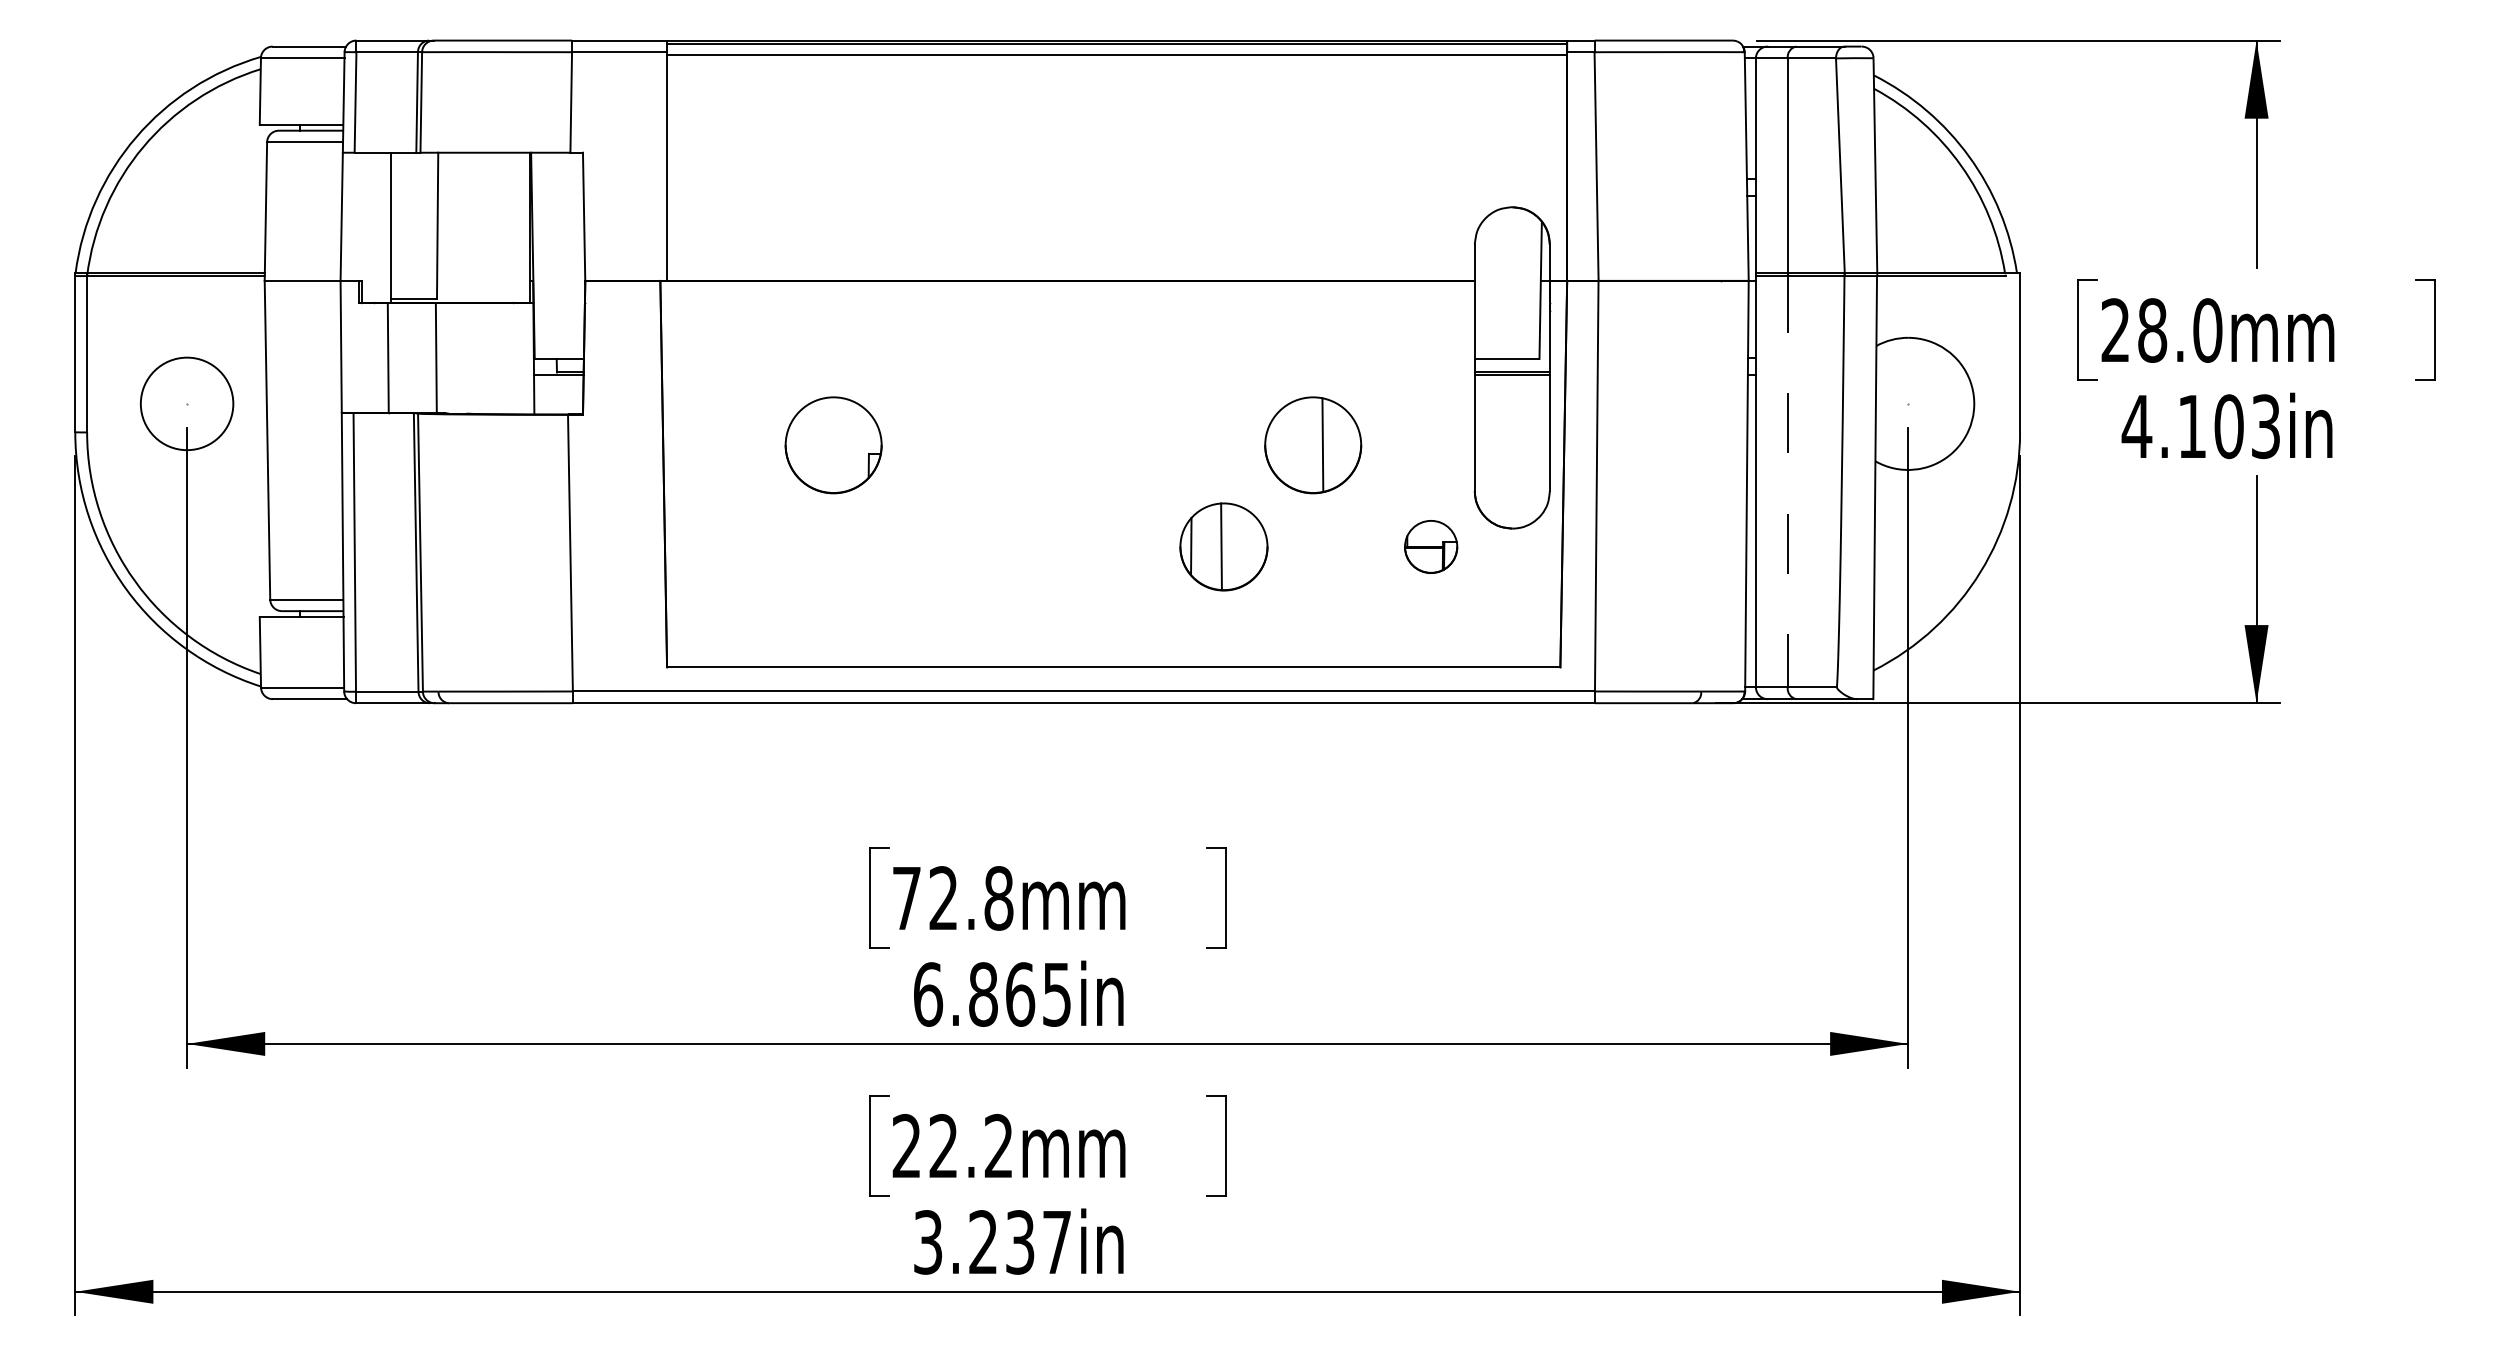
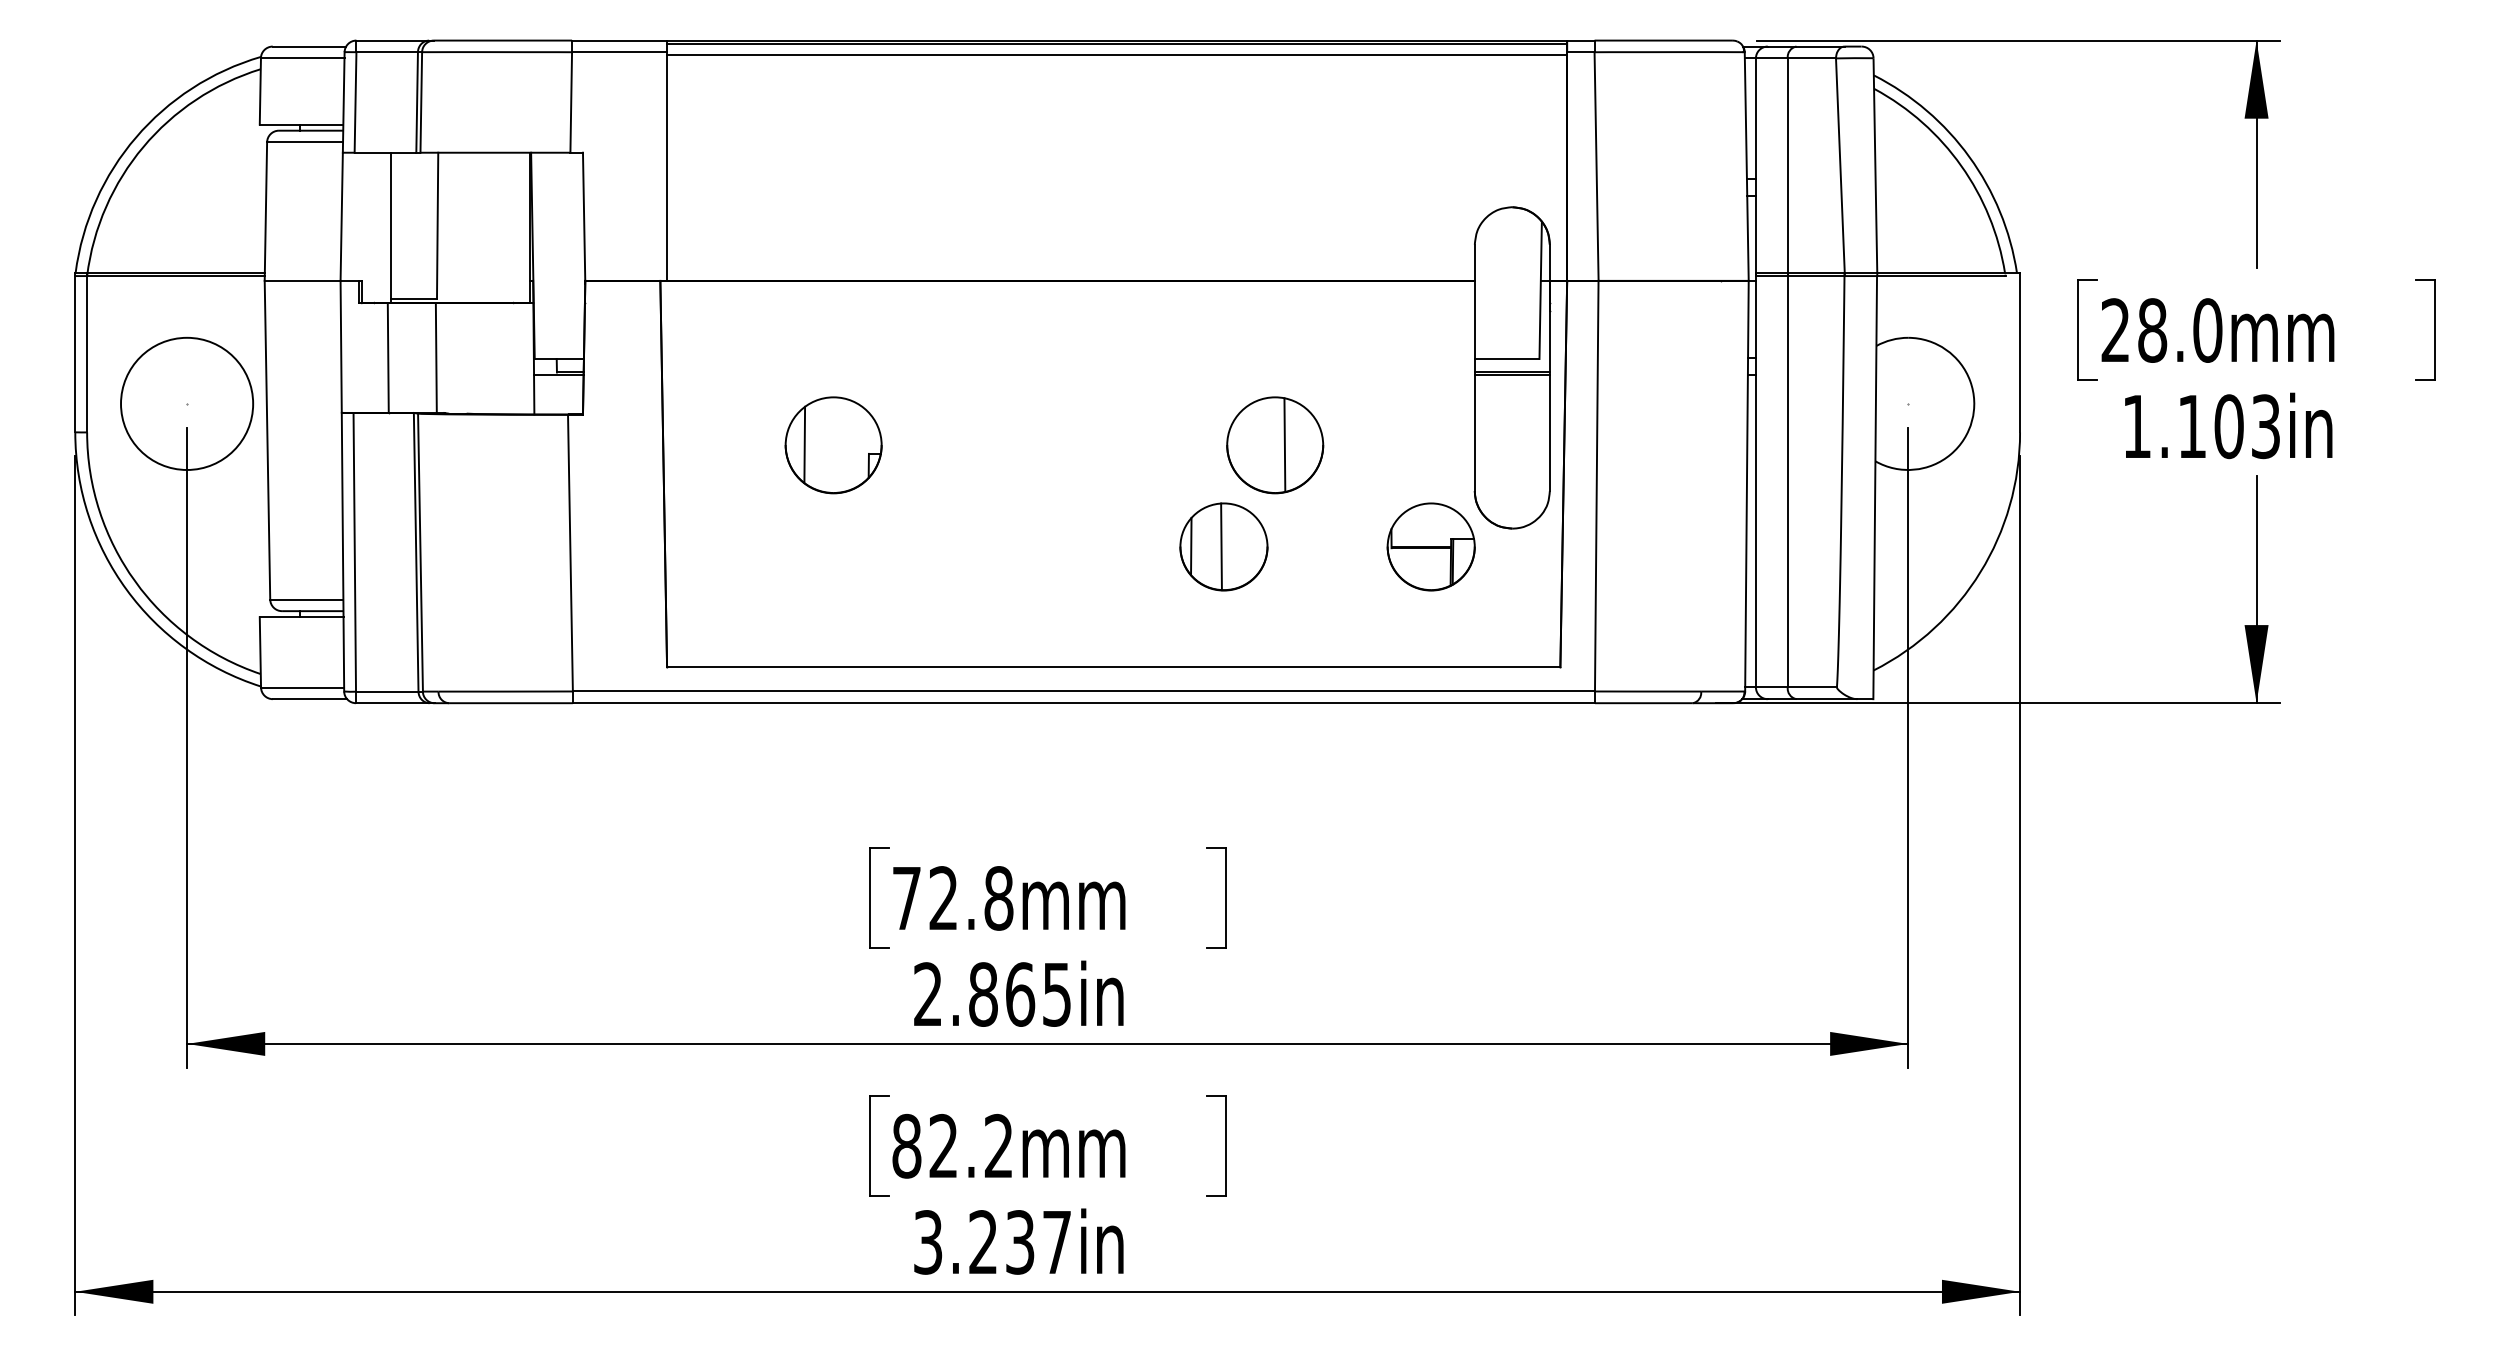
circle at (186, 403) diameter: 93 px -> 132 px
text at (2136, 426): 4.103in -> 1.103in
line at (804, 444): none -> present
part at (1313, 445) position: (1313, 445) -> (1275, 445)
line at (1787, 480): dashed -> solid
part at (1431, 546) size: 55x54 px -> 90x90 px
text at (928, 994): 6.865in -> 2.865in
text at (906, 1145): 22.2mm -> 82.2mm
